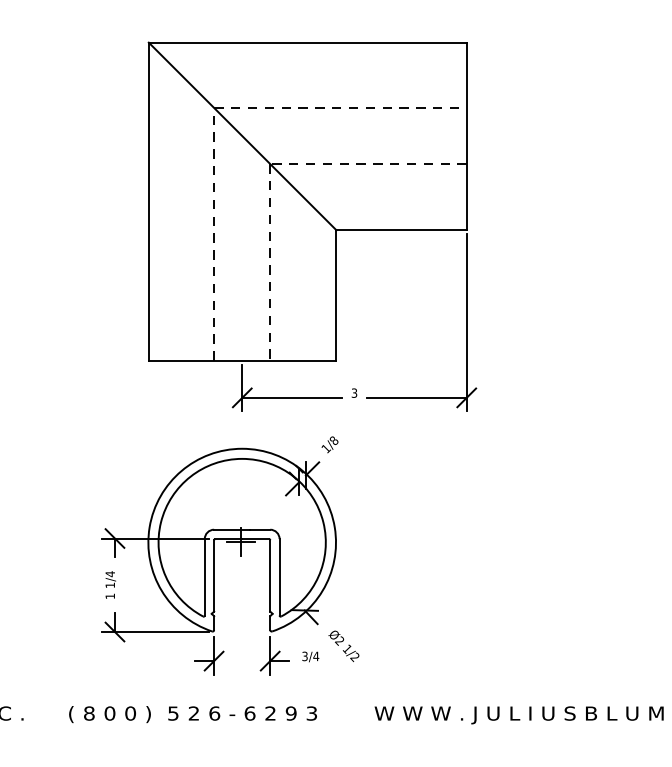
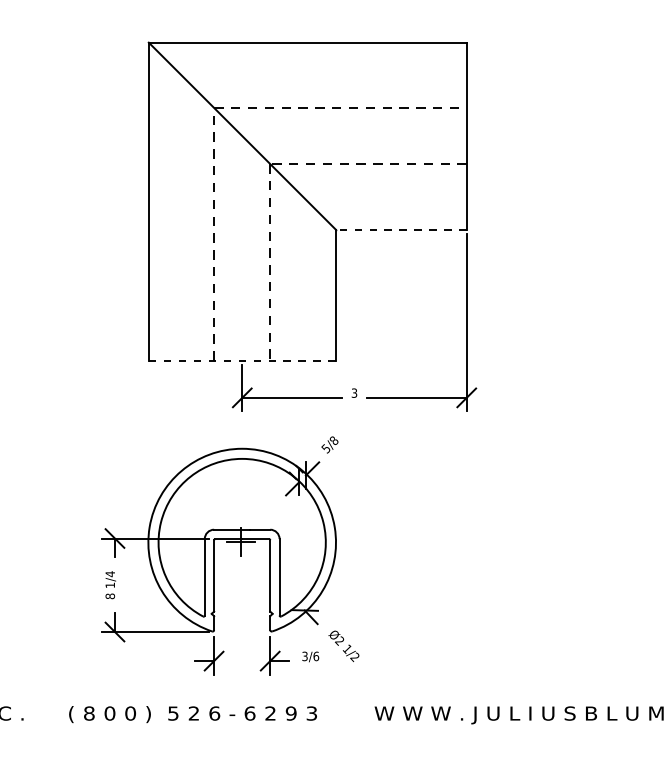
line at (400, 229): solid -> dashed
line at (242, 360): solid -> dashed
text at (325, 448): 1/8 -> 5/8
text at (110, 596): 1 -> 8
text at (316, 656): 3/4 -> 3/6
